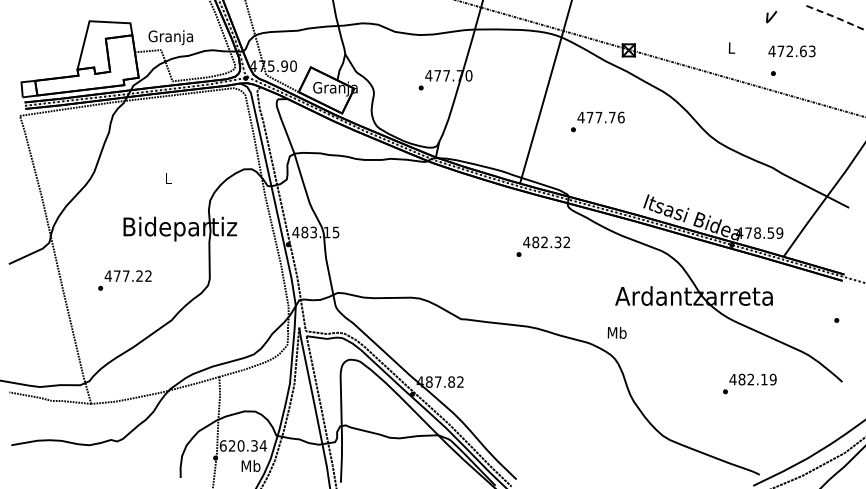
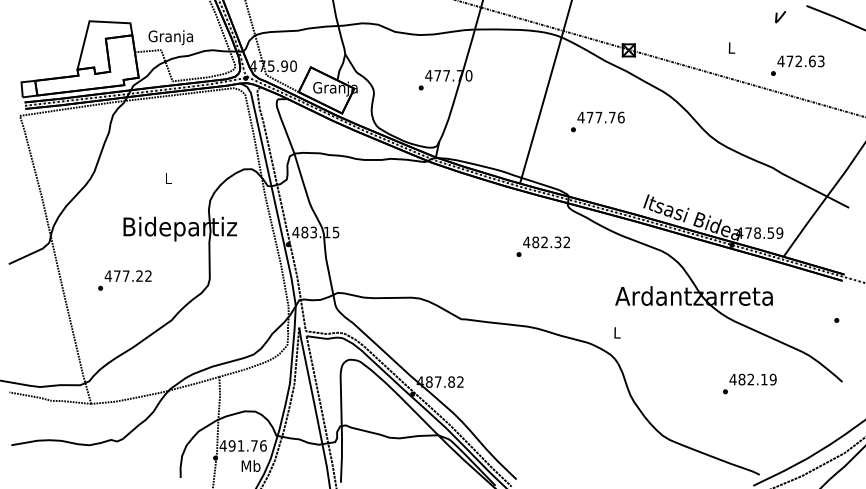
curve at (771, 17) position: (771, 17) -> (780, 17)
line at (835, 17): dashed -> solid
text at (791, 51) position: (791, 51) -> (800, 61)
text at (616, 332): Mb -> L
text at (243, 445): 620.34 -> 491.76
